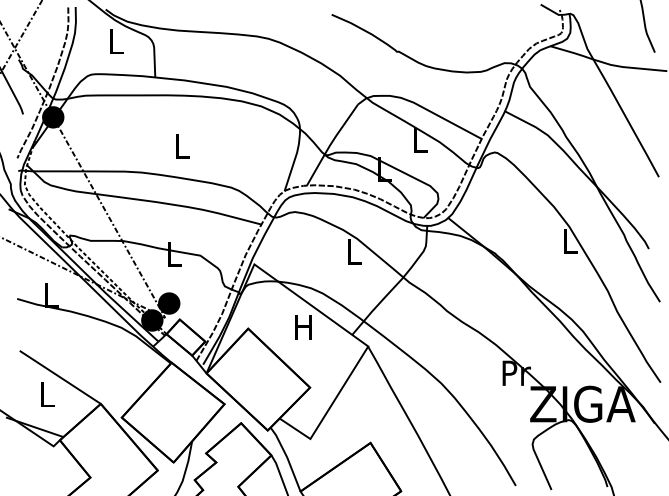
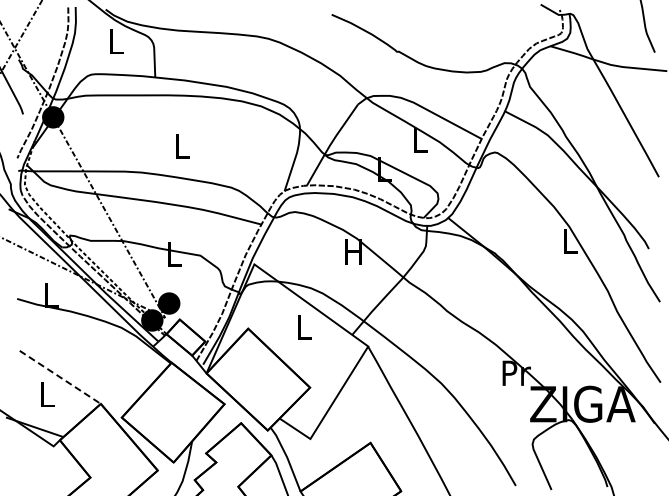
text at (353, 251): L -> H
text at (303, 327): H -> L
line at (60, 377): solid -> dashed
